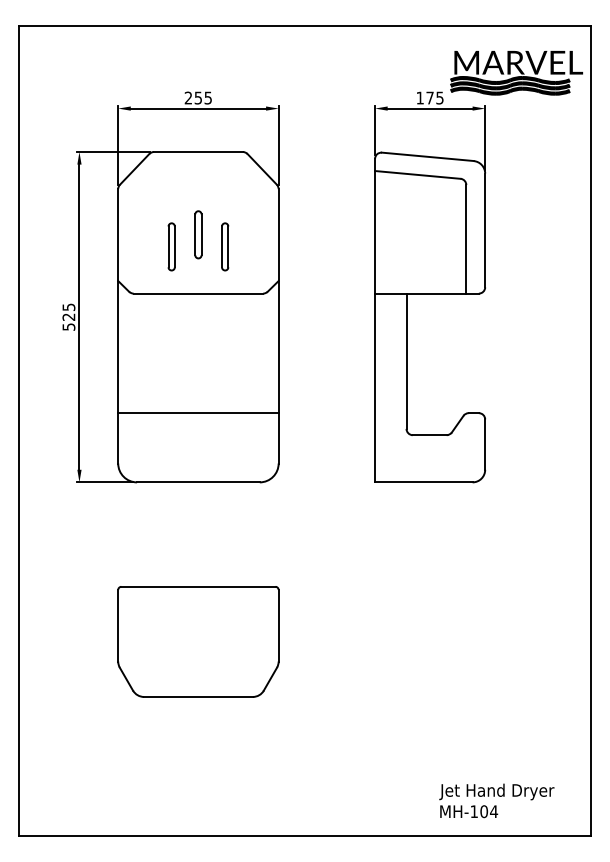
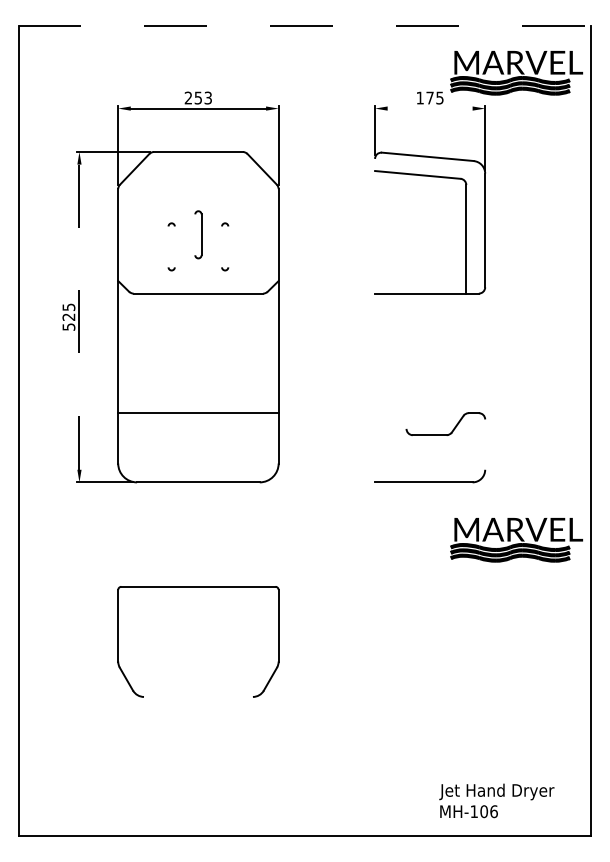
line at (305, 25): solid -> dashed
text at (208, 97): 255 -> 253
line at (429, 108): present -> none
line at (195, 234): present -> none
line at (168, 246): present -> none
line at (174, 246): present -> none
line at (222, 246): present -> none
line at (228, 246): present -> none
line at (79, 317): solid -> dashed
line at (375, 320): present -> none
line at (406, 360): present -> none
line at (485, 444): present -> none
part at (516, 540): none -> present
line at (198, 696): present -> none
text at (494, 811): MH-104 -> MH-106
